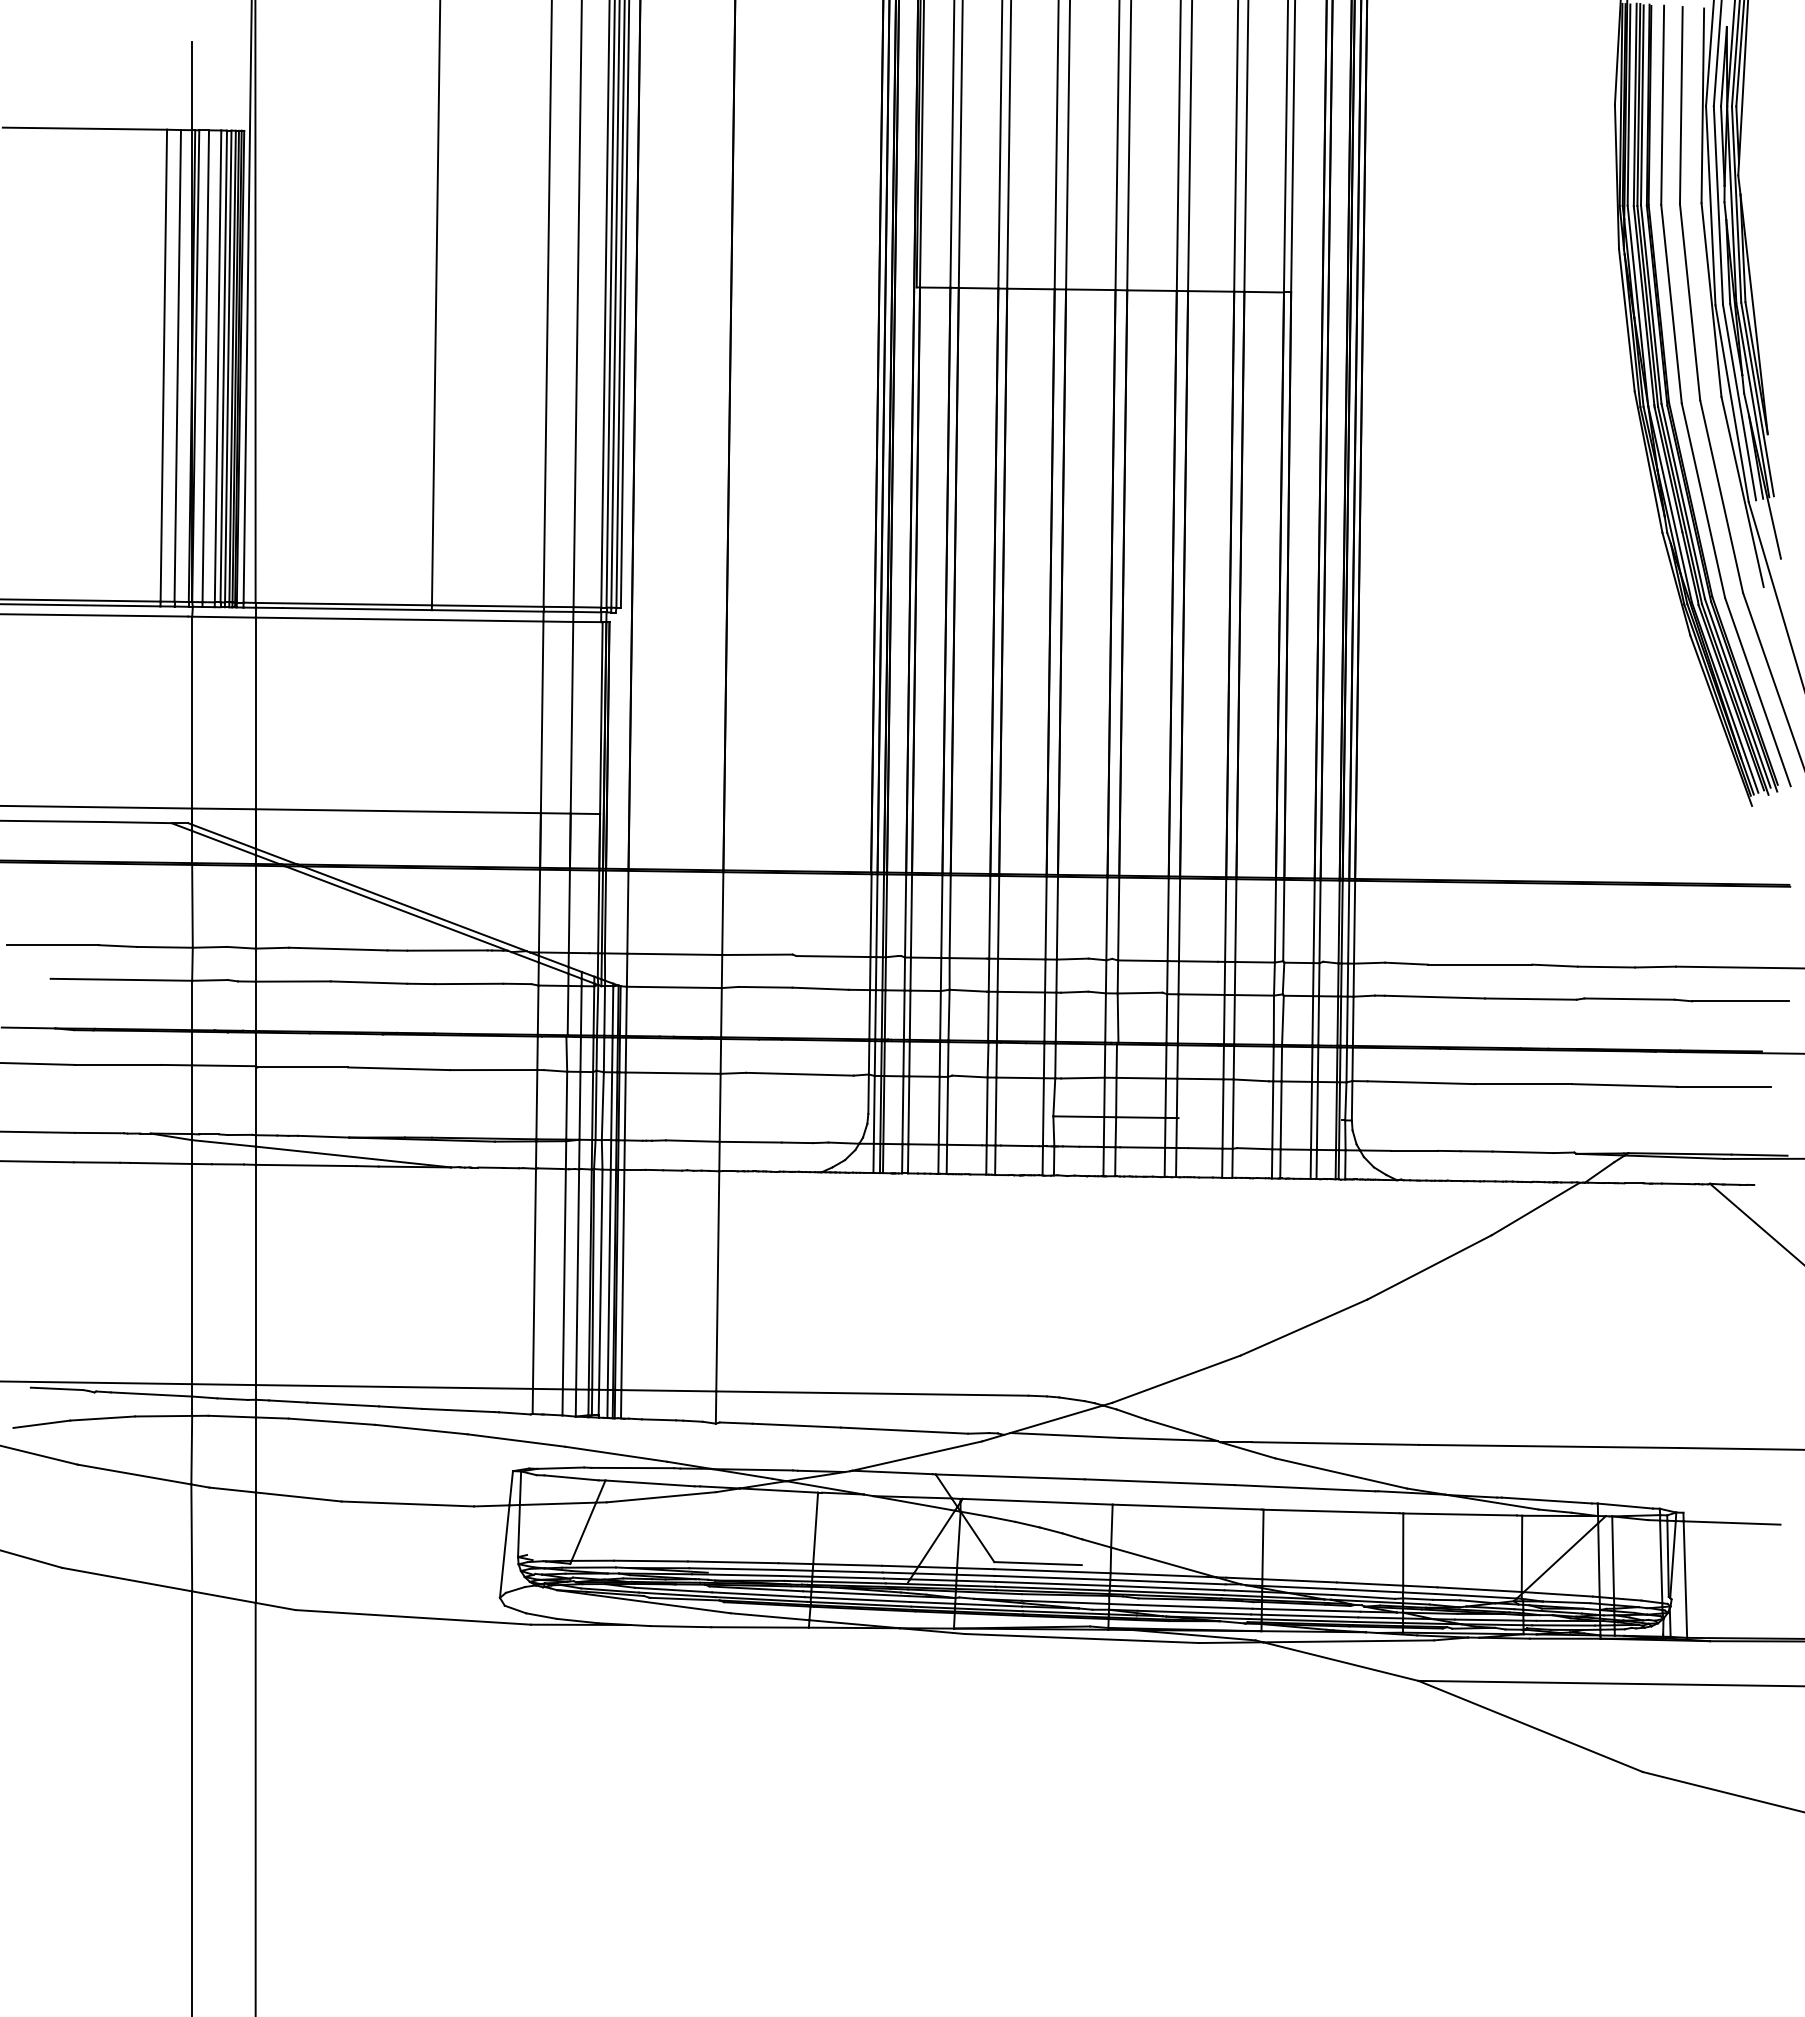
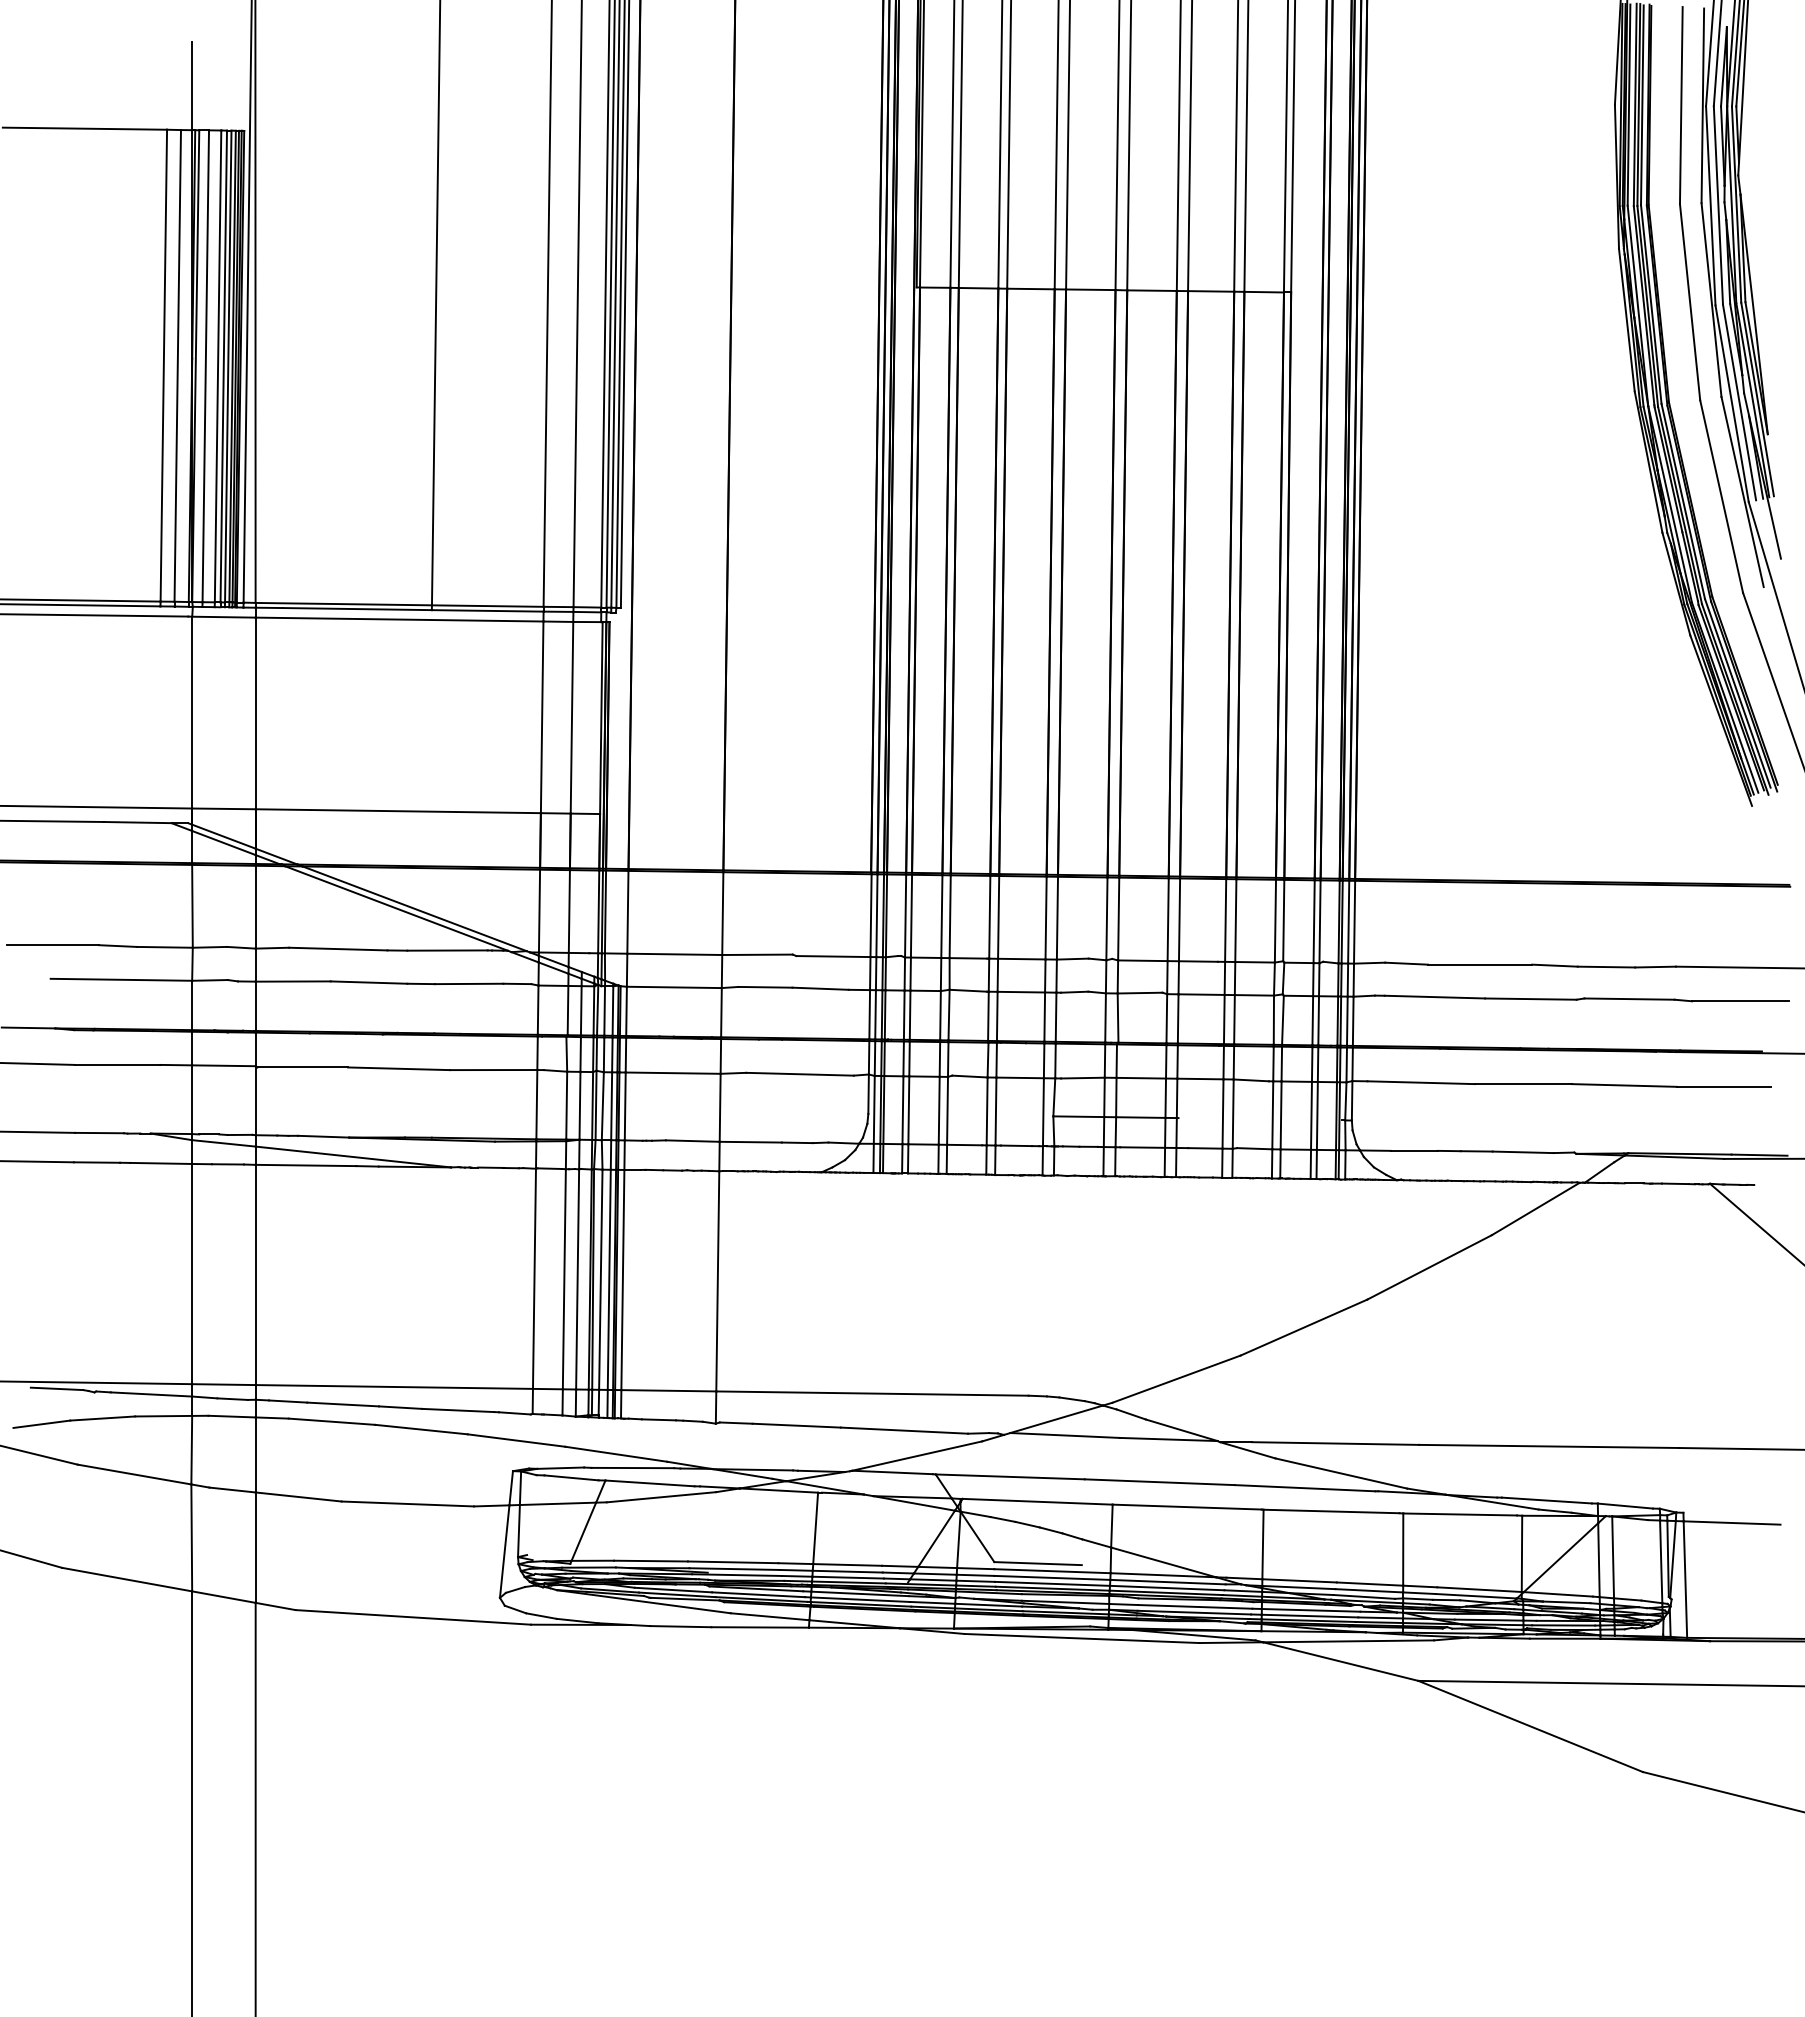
part at (1682, 397): present -> none
